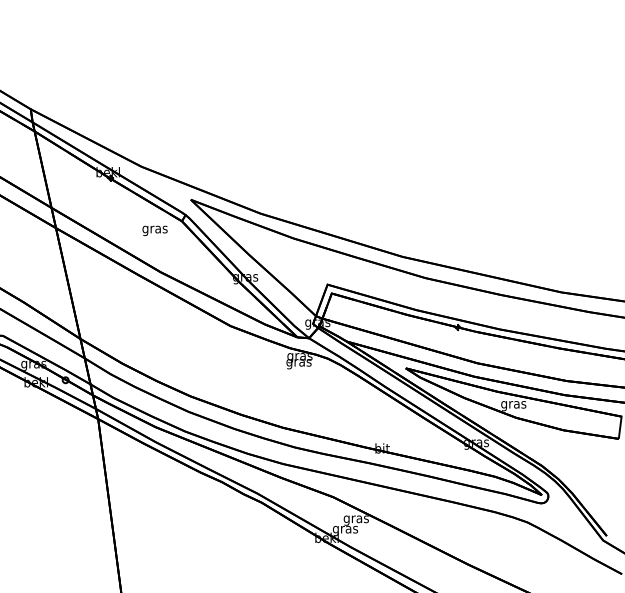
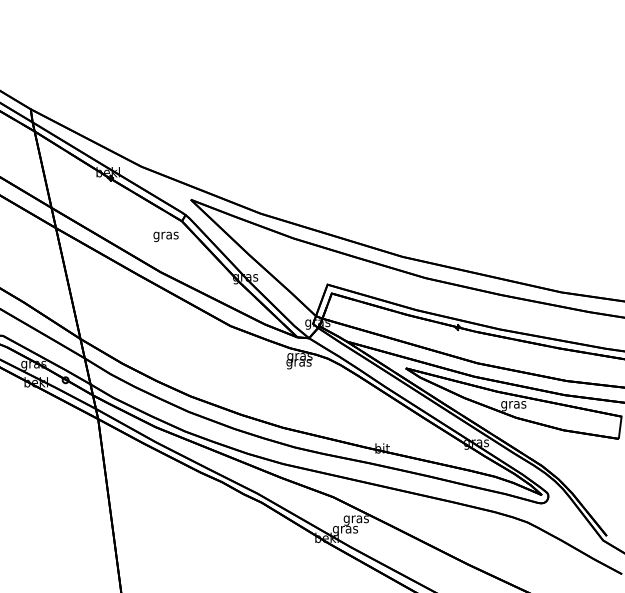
text at (154, 230) position: (154, 230) -> (165, 236)
